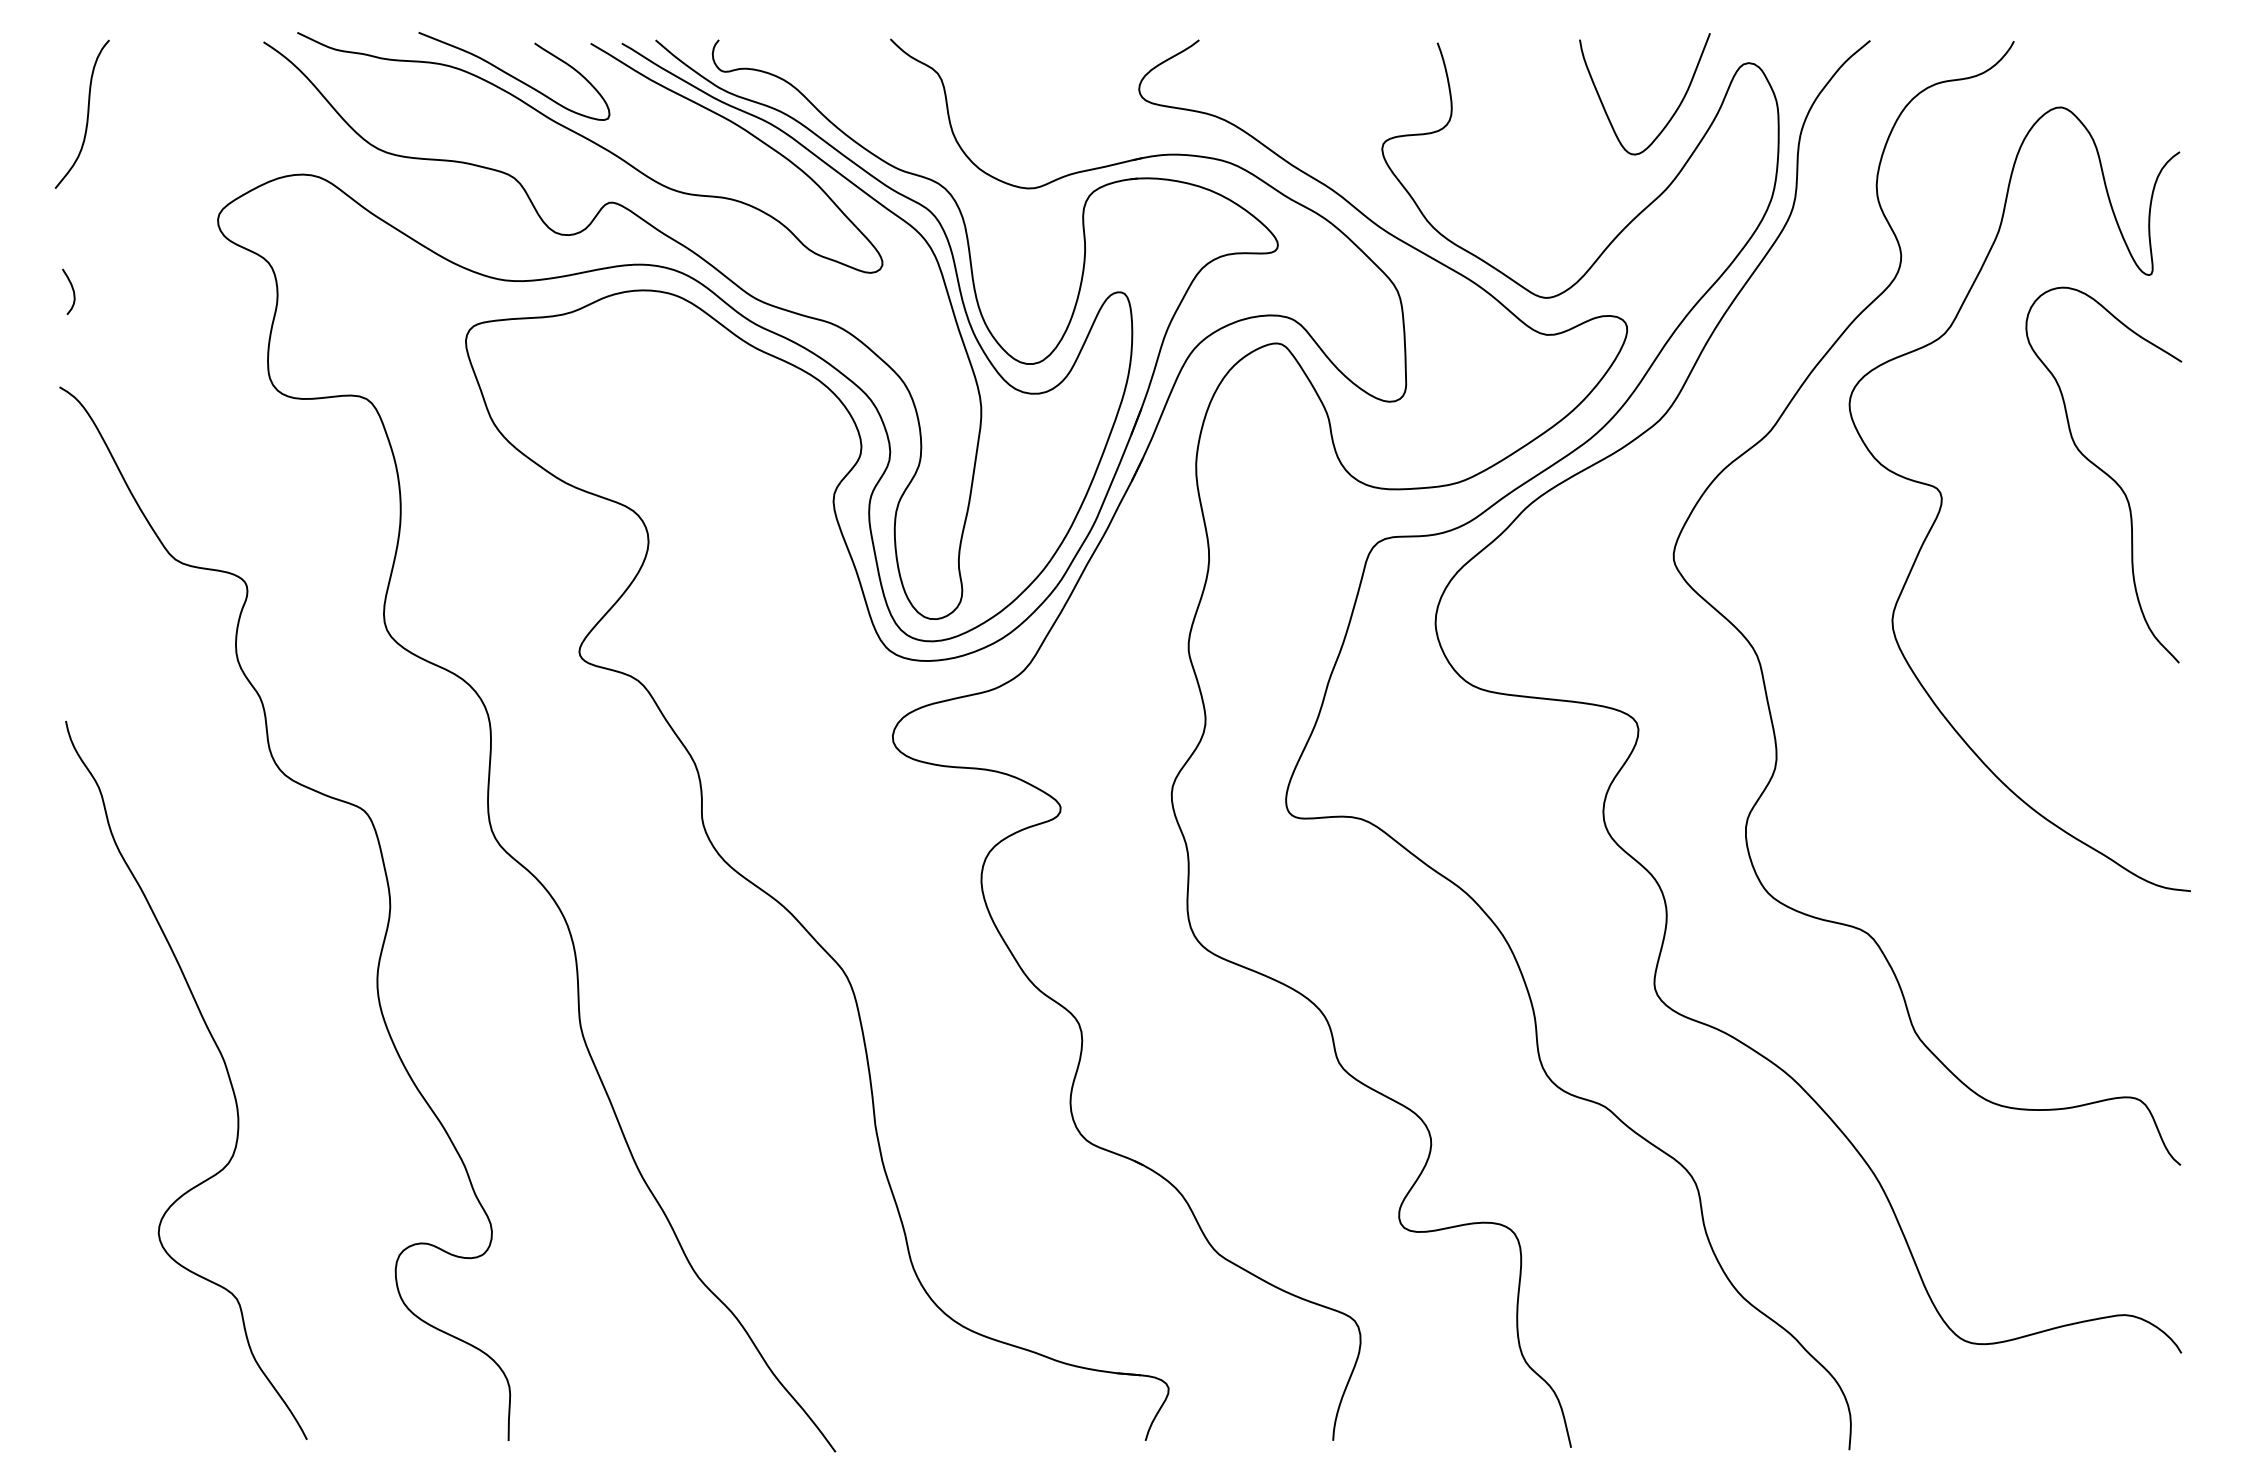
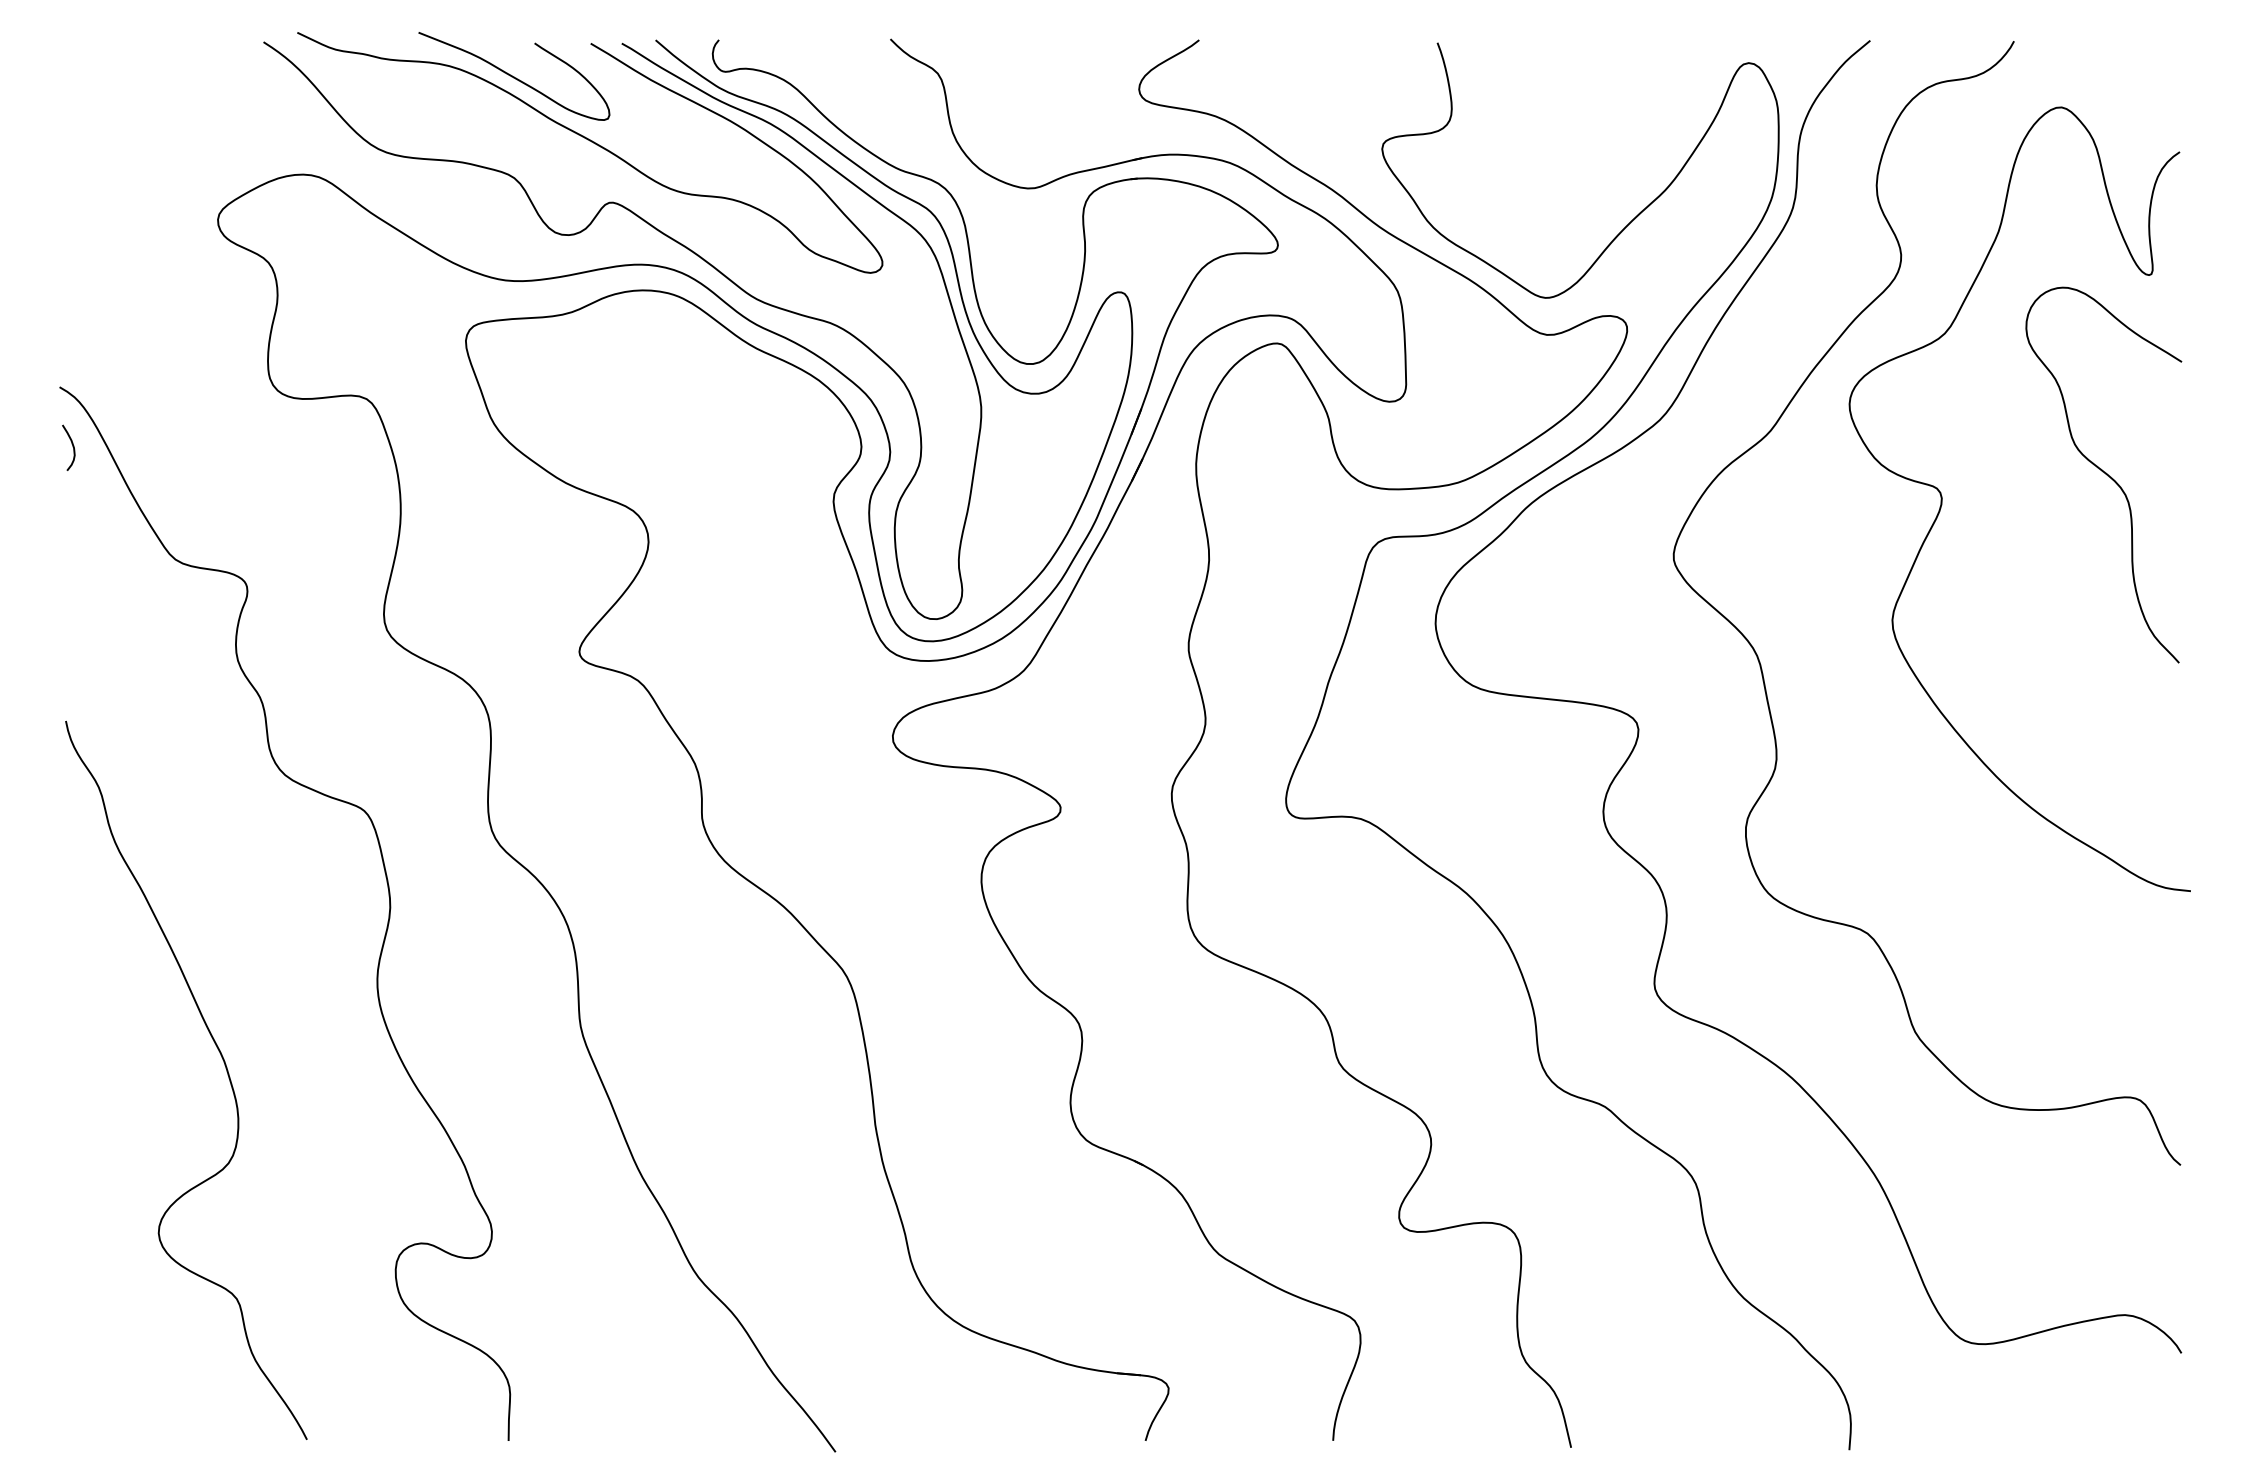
curve at (87, 113): present -> none
curve at (1673, 113): present -> none
curve at (72, 291) position: (72, 291) -> (72, 447)
